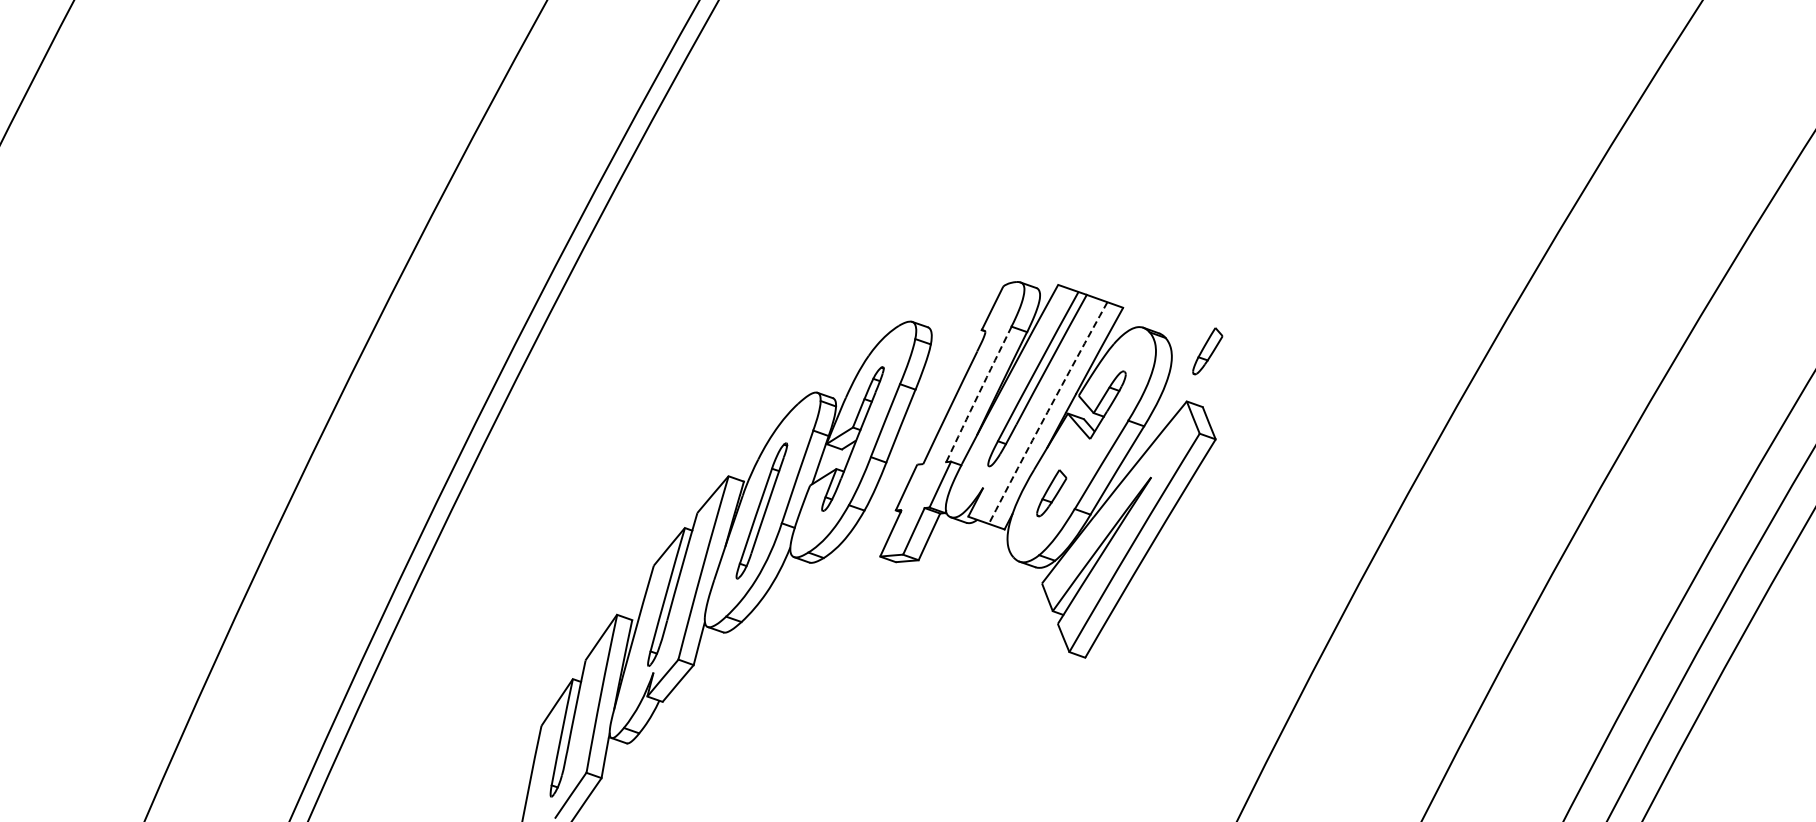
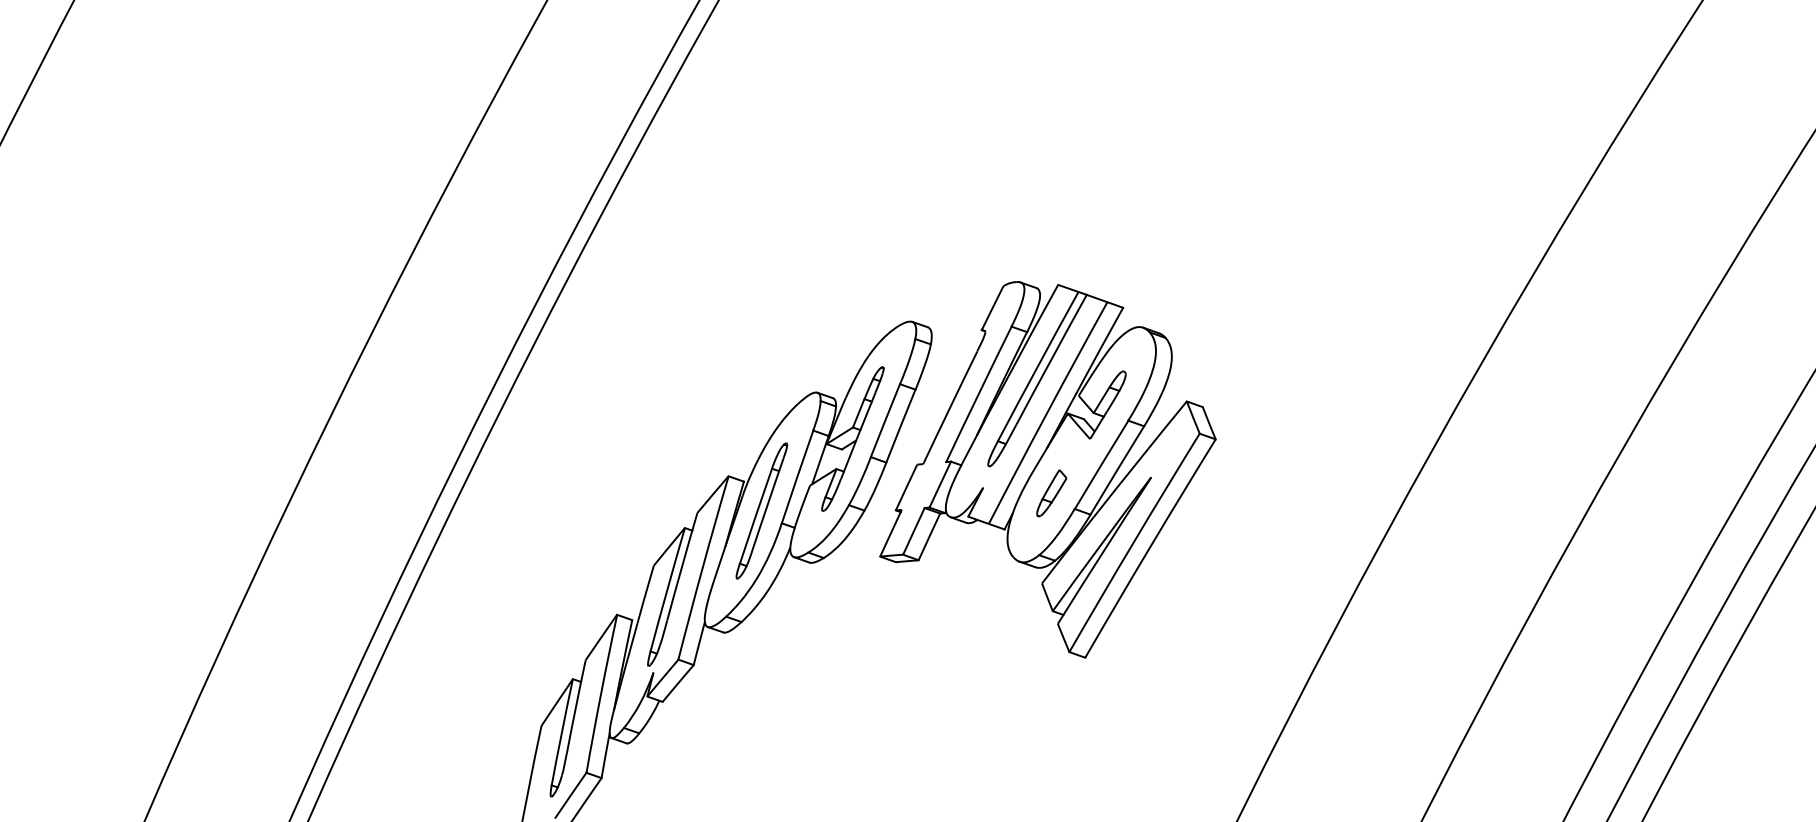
part at (1207, 351): present -> none
arc at (978, 394): dashed -> solid
arc at (1047, 412): dashed -> solid
